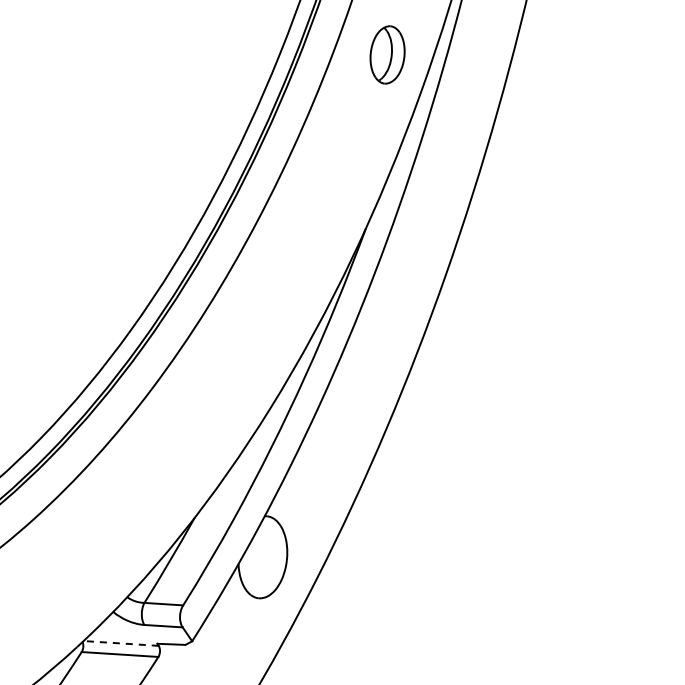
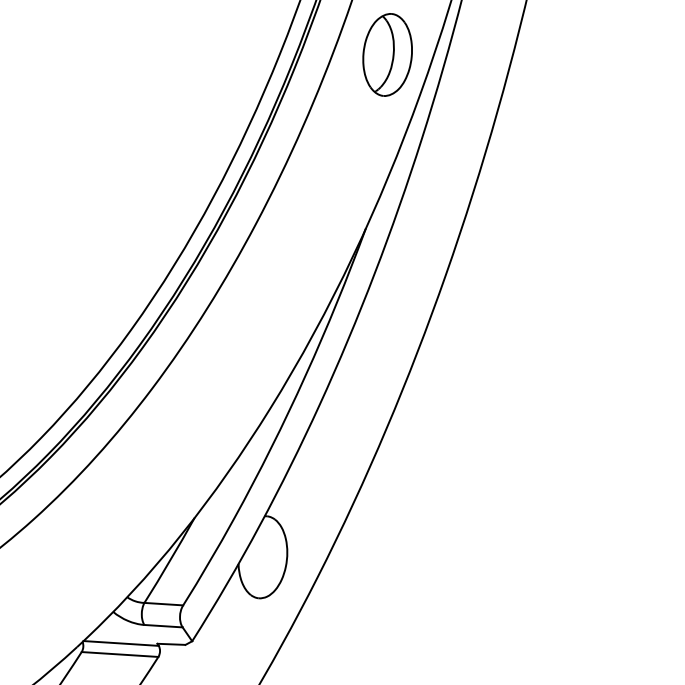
part at (387, 54) size: 37x60 px -> 51x84 px
line at (121, 643): dashed -> solid
